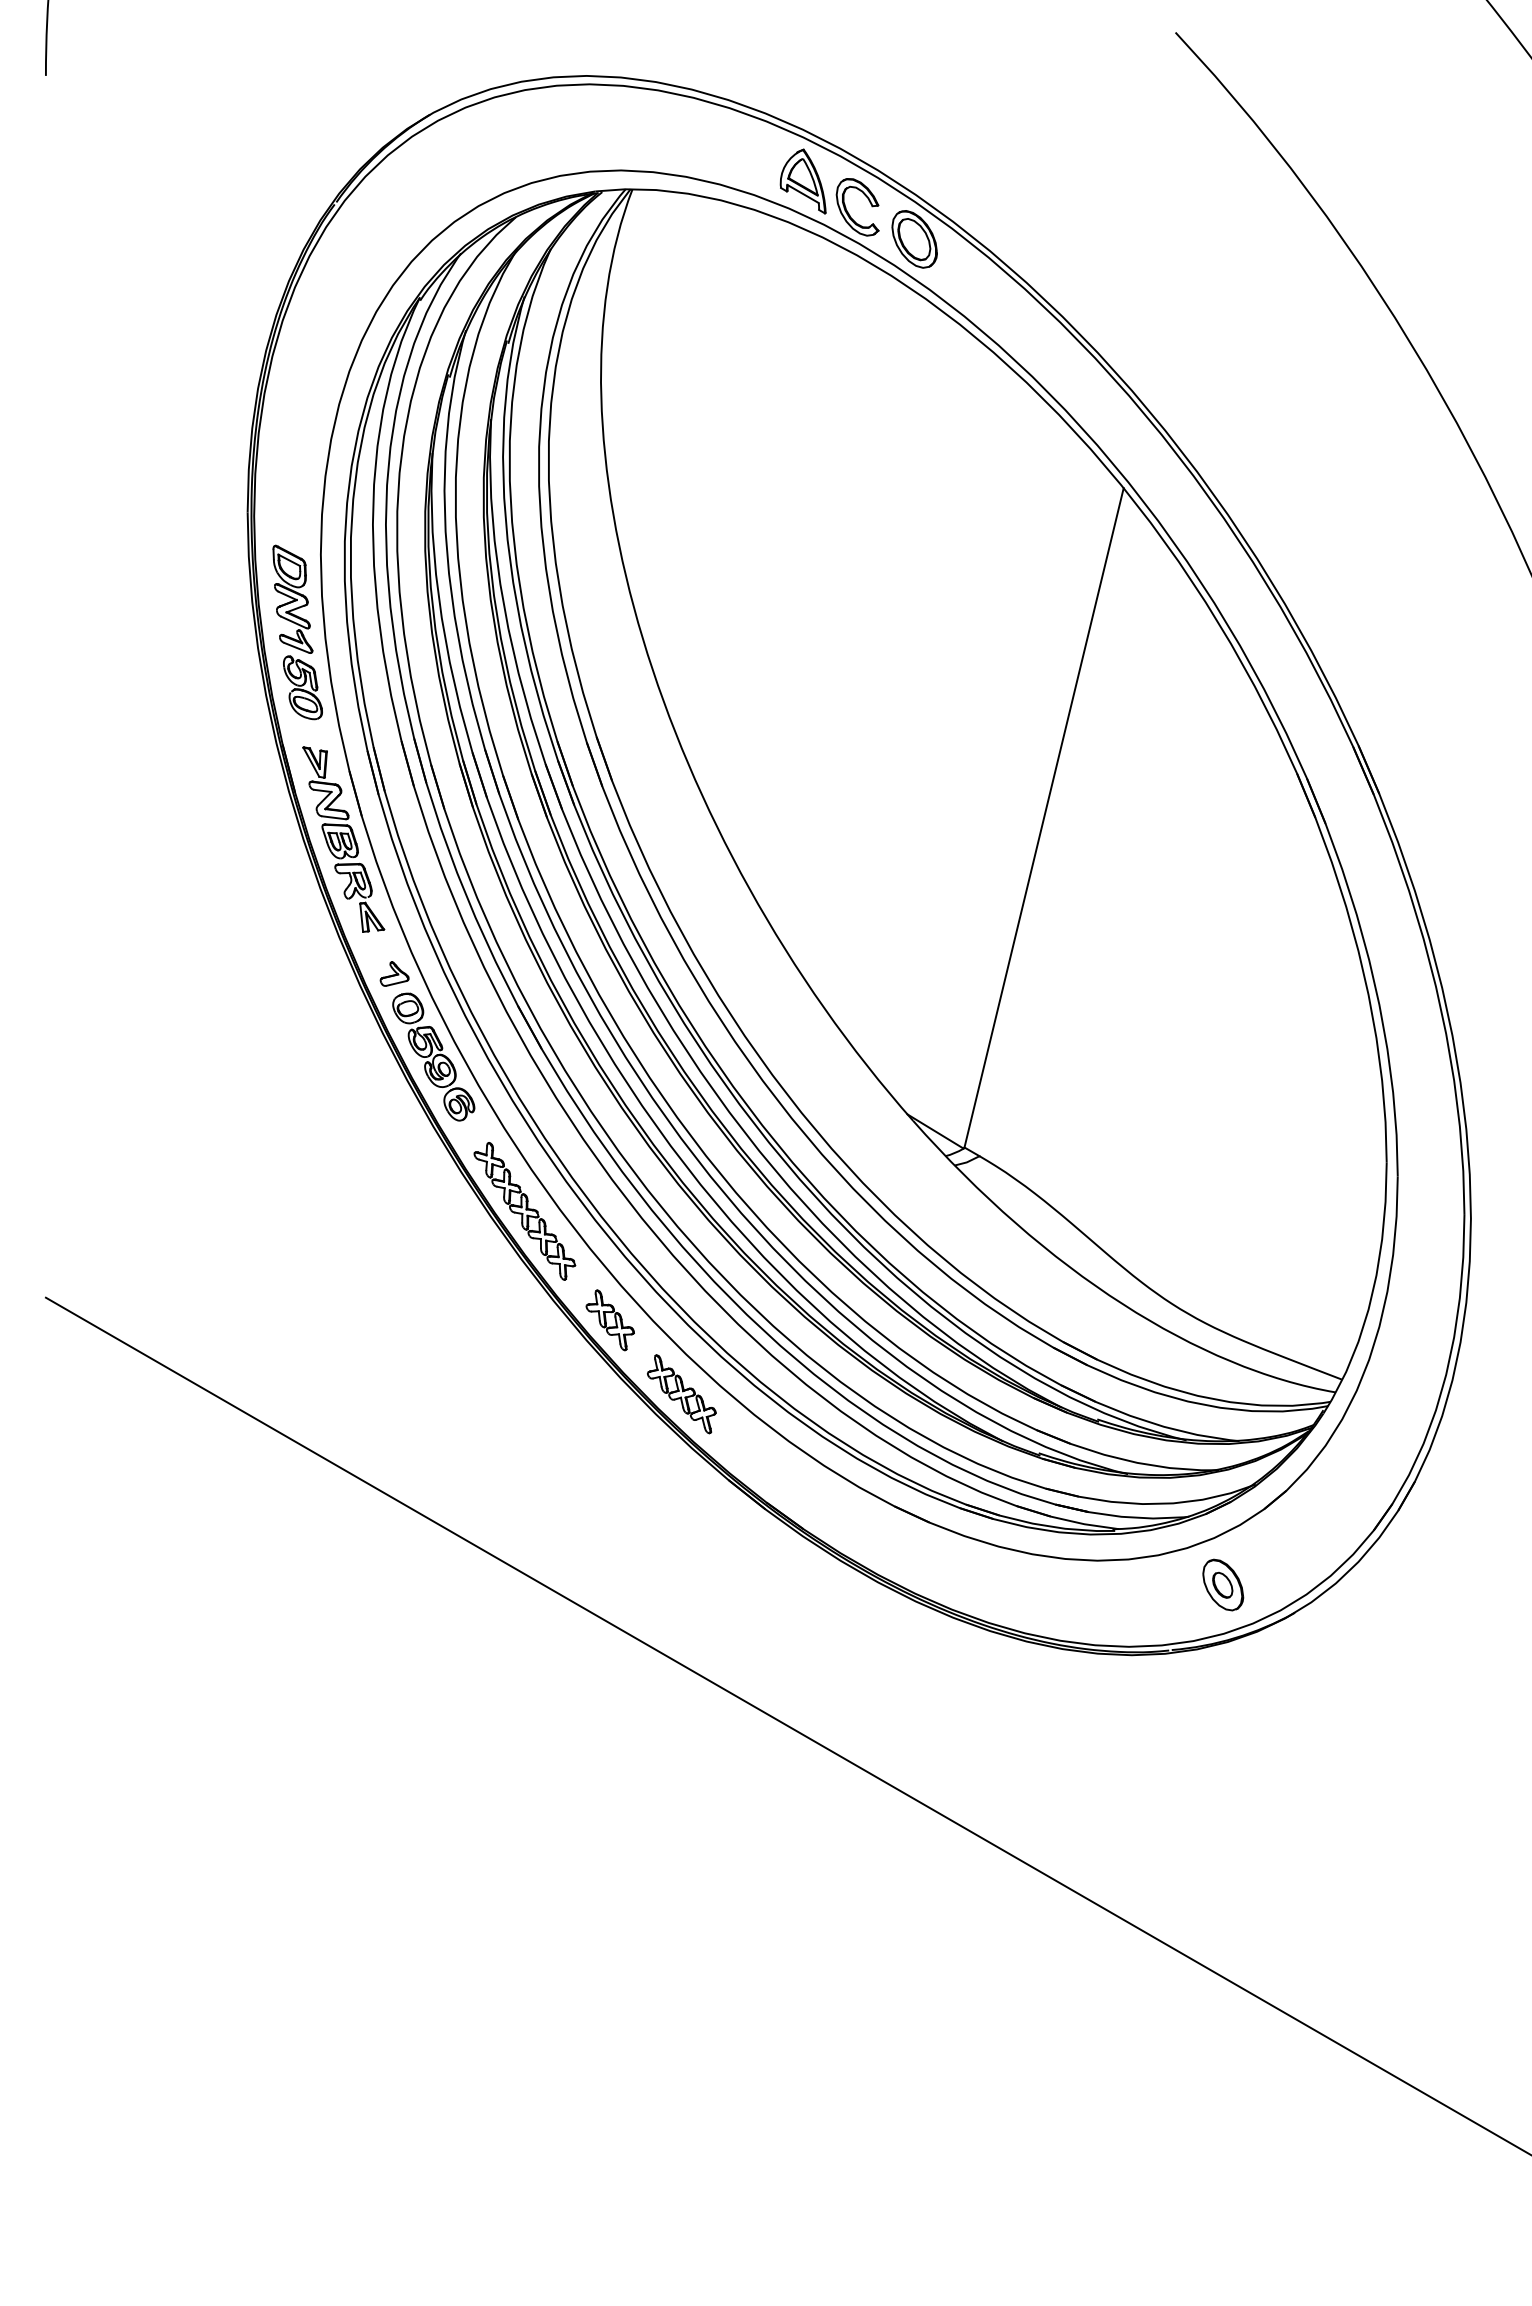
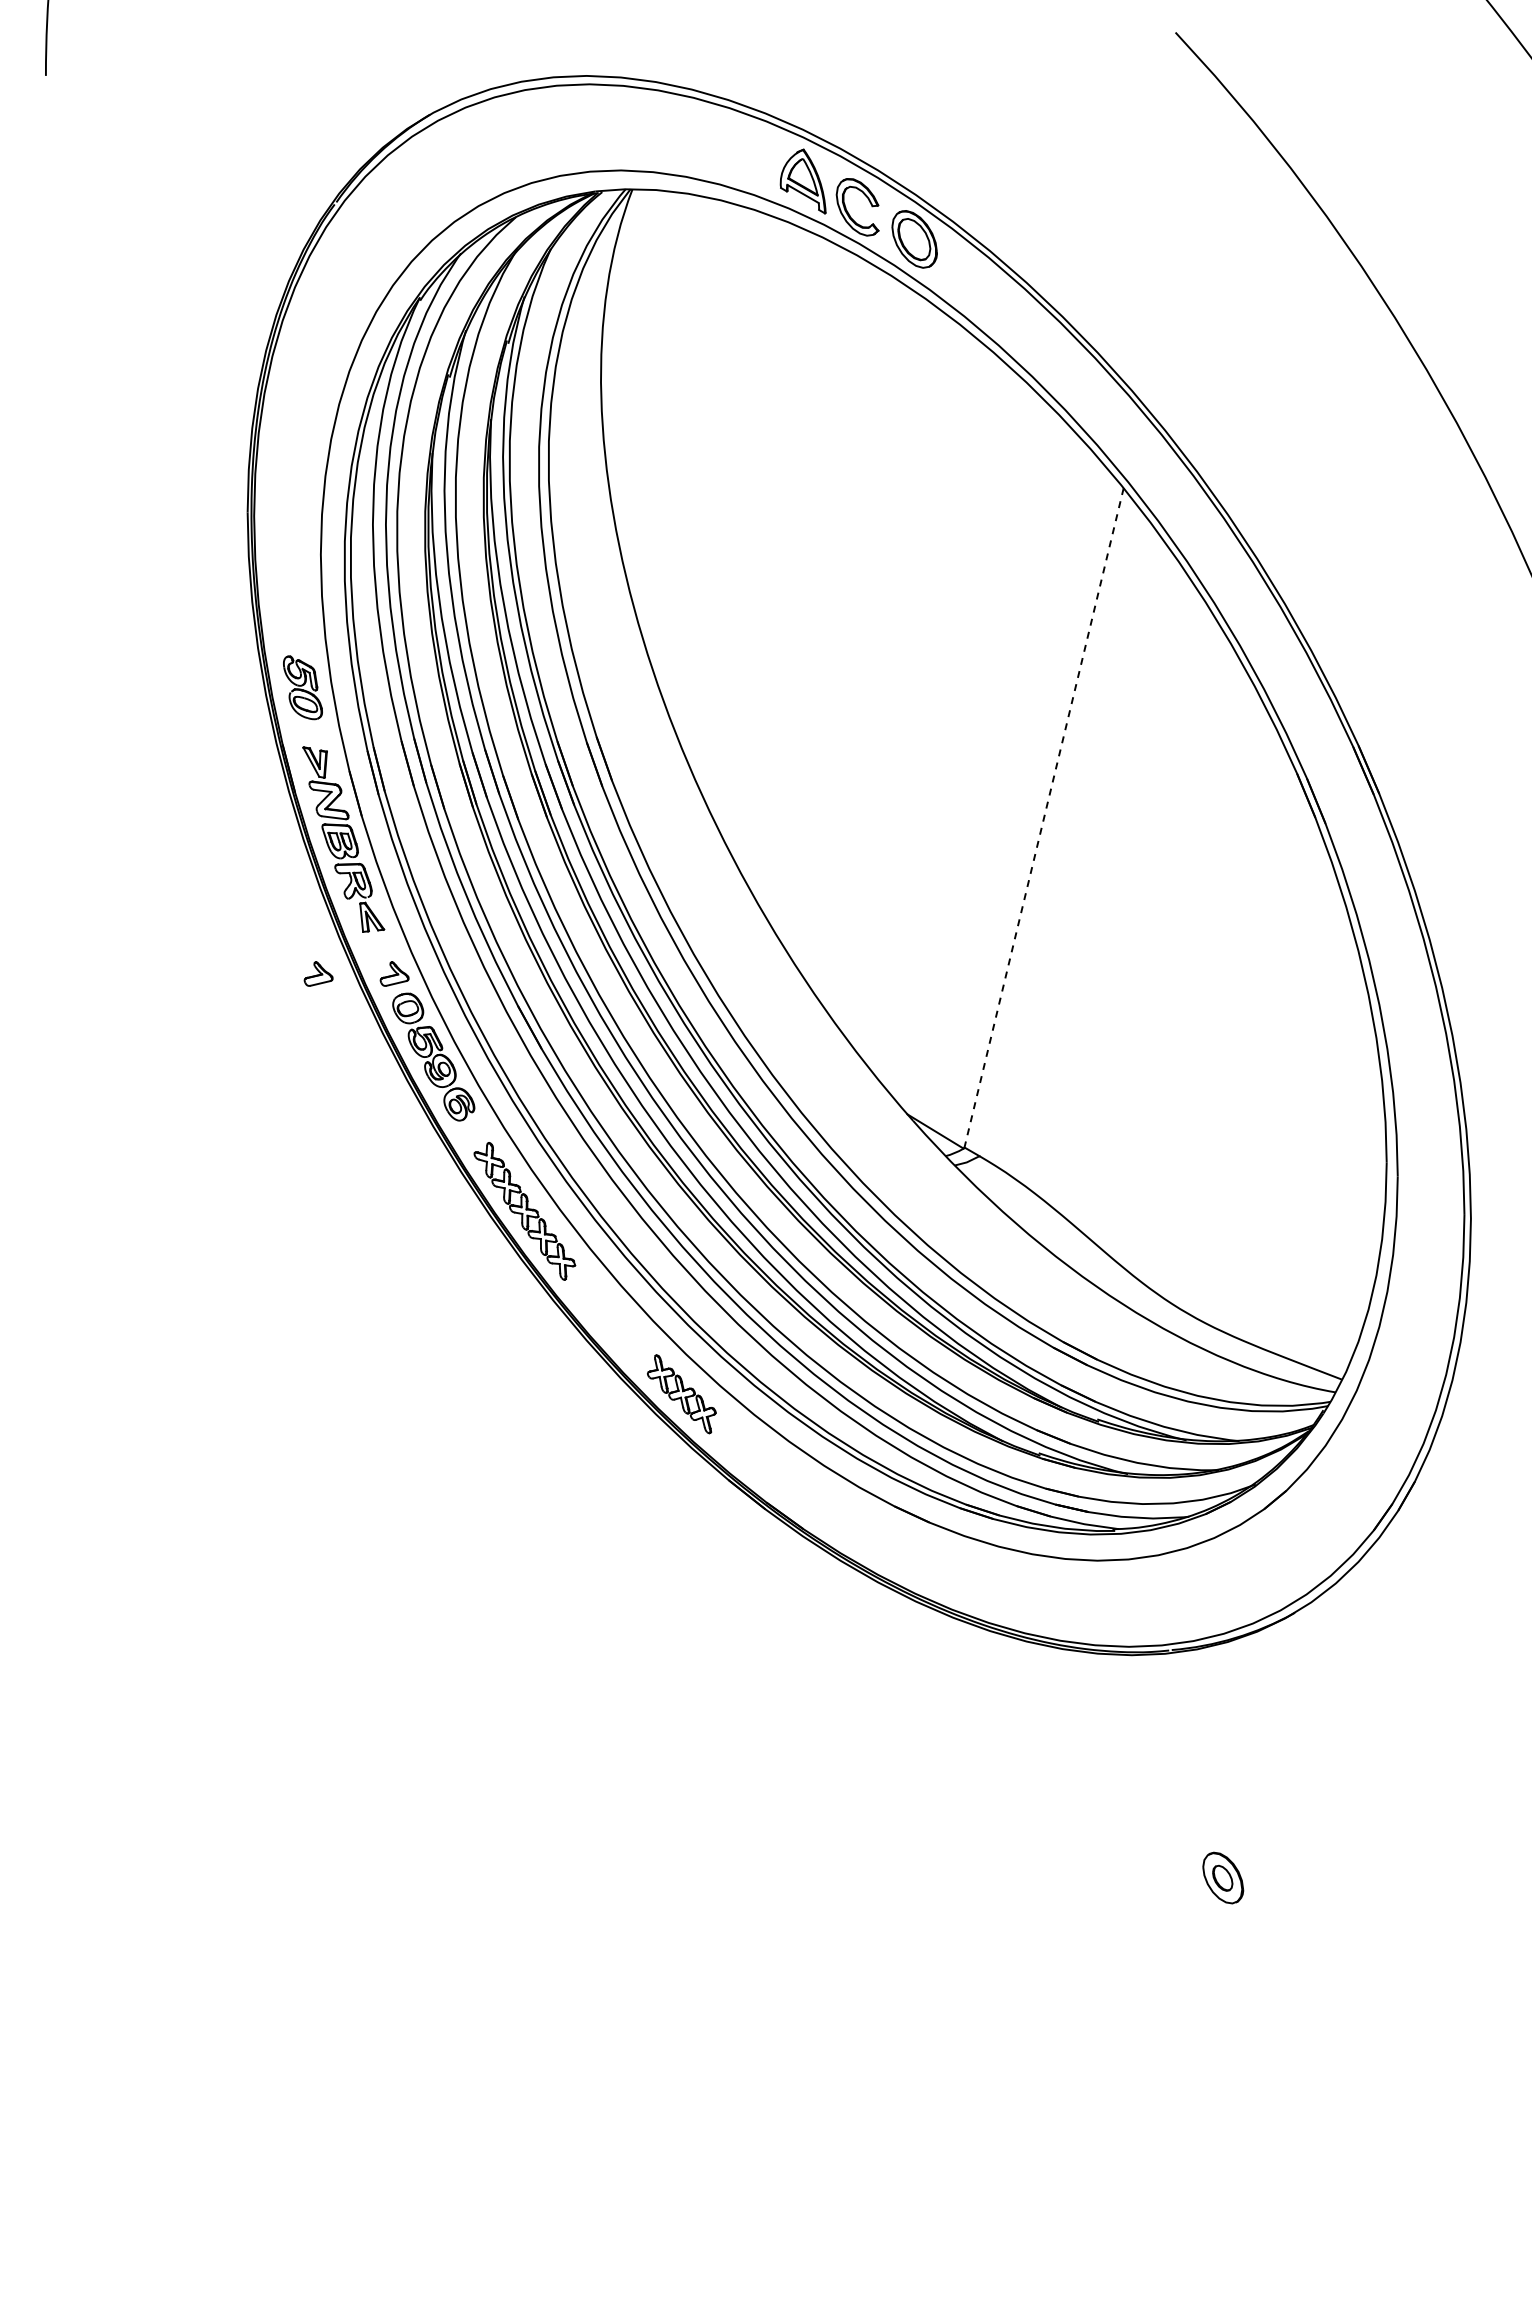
part at (292, 598): present -> none
line at (1043, 818): solid -> dashed
part at (318, 973): none -> present
part at (609, 1320): present -> none
part at (1223, 1584) position: (1223, 1584) -> (1223, 1877)
line at (786, 1725): present -> none
